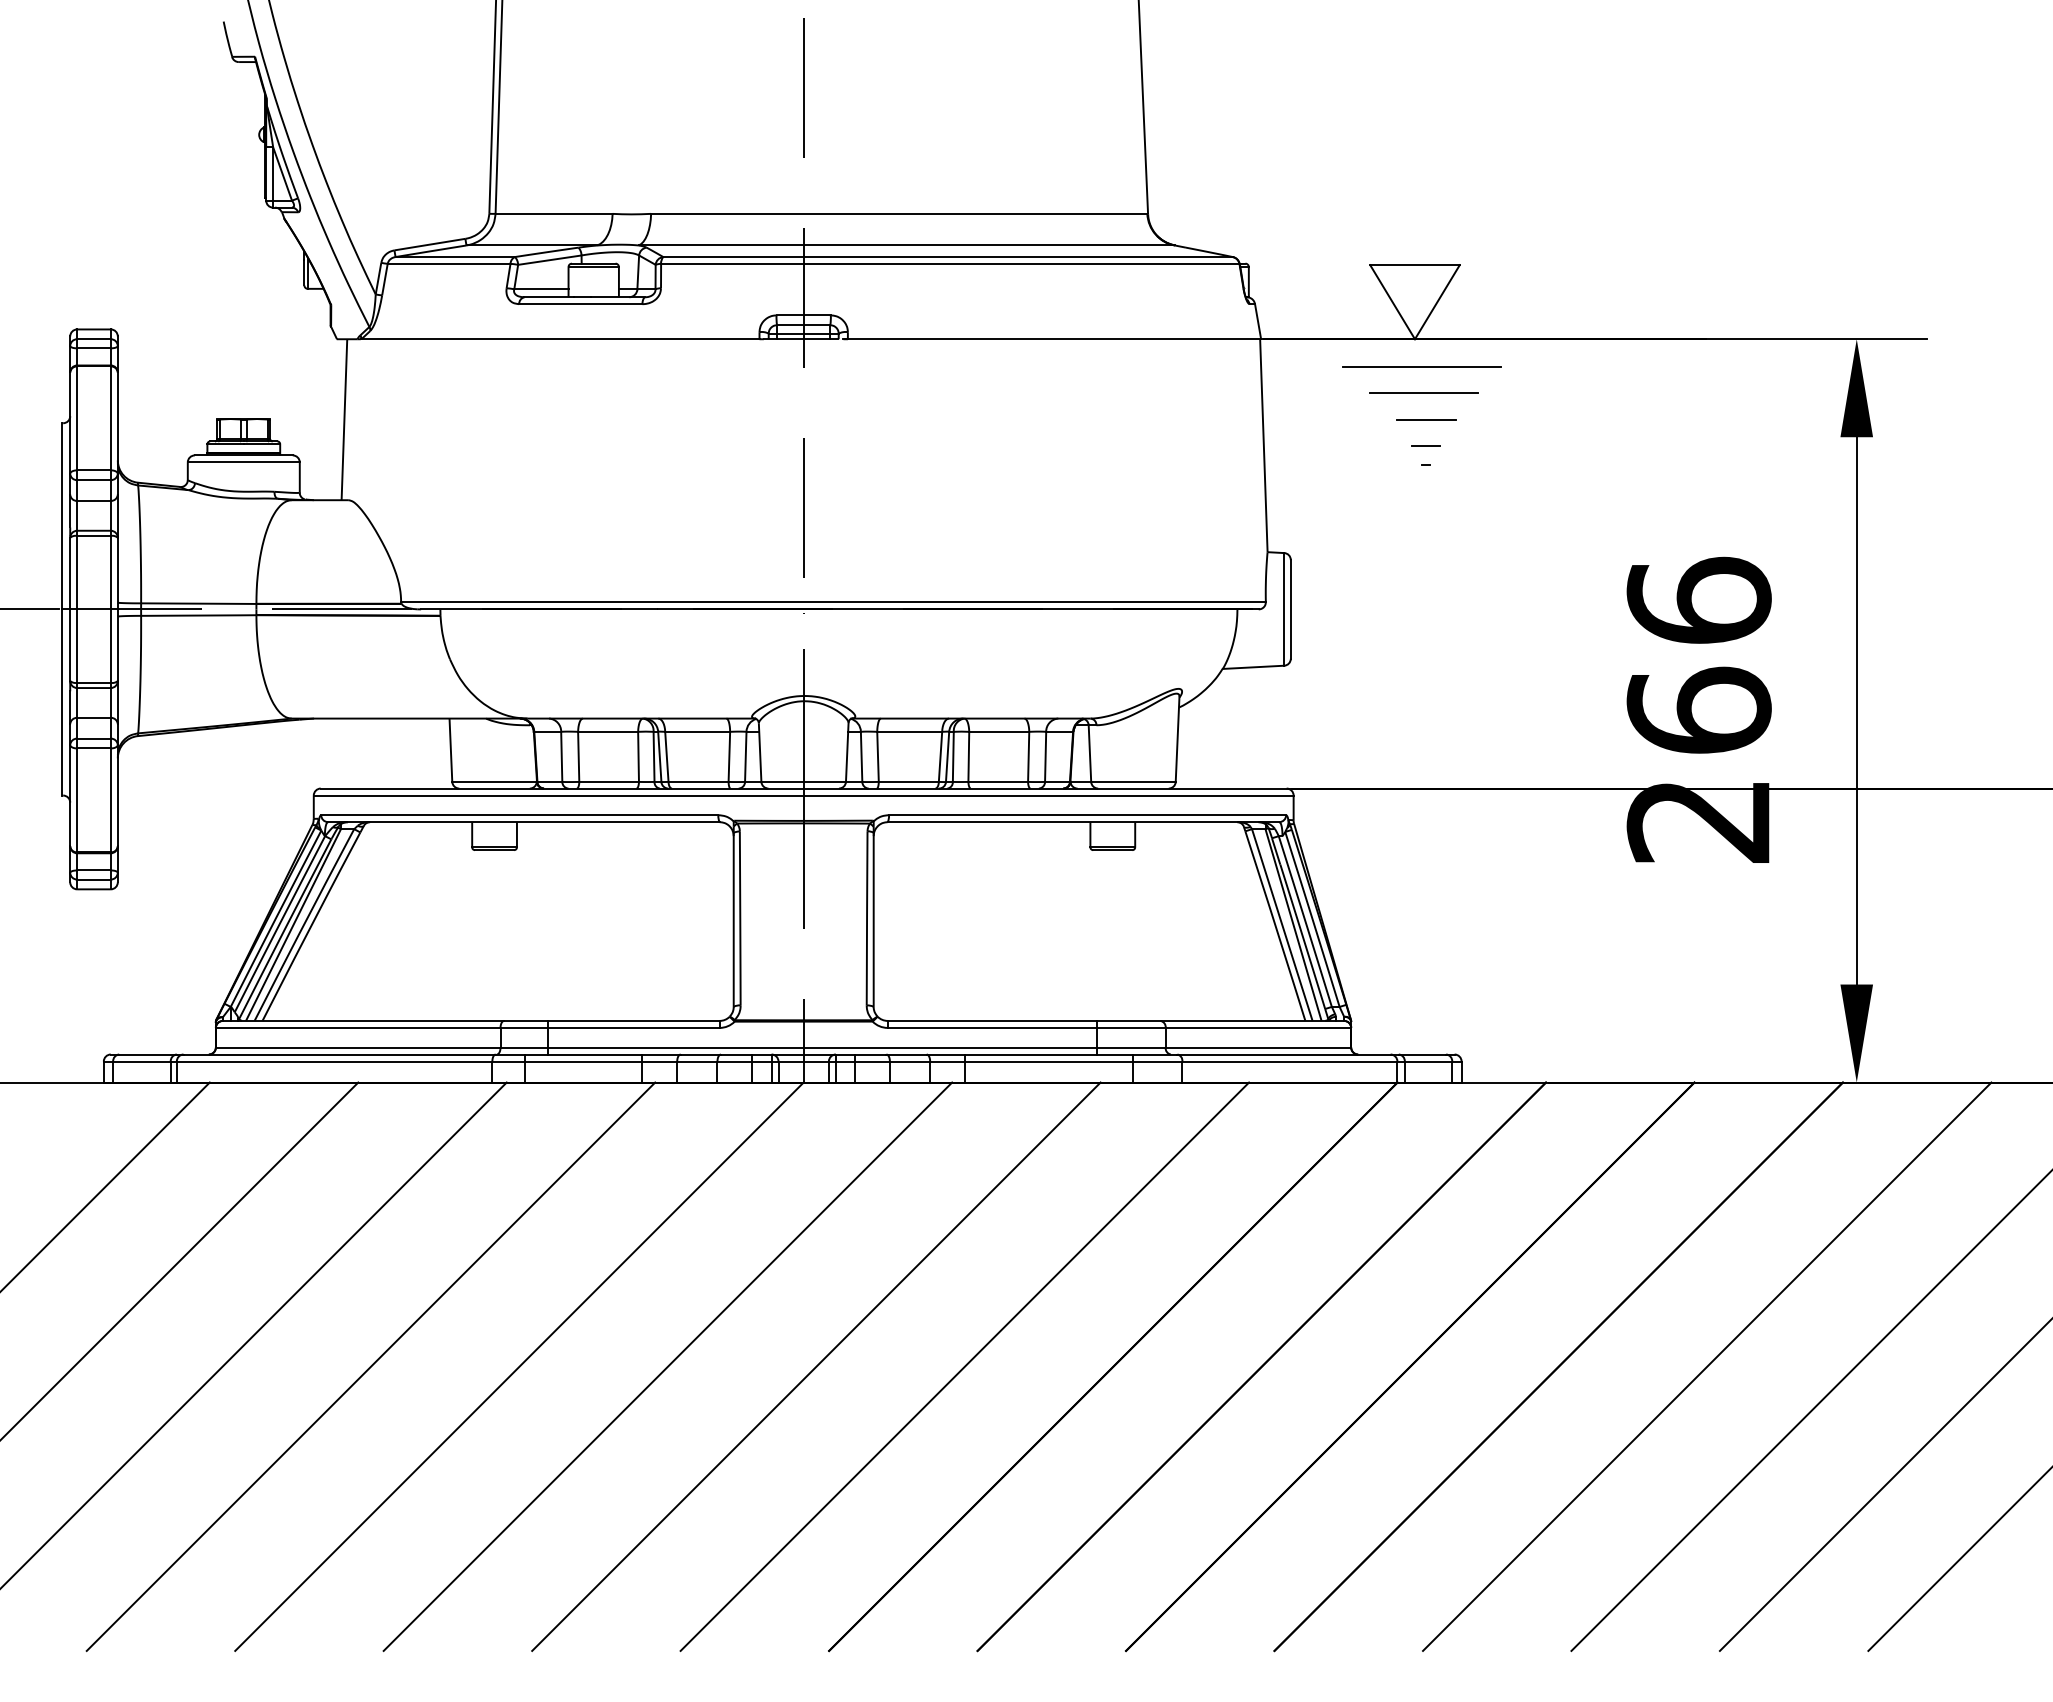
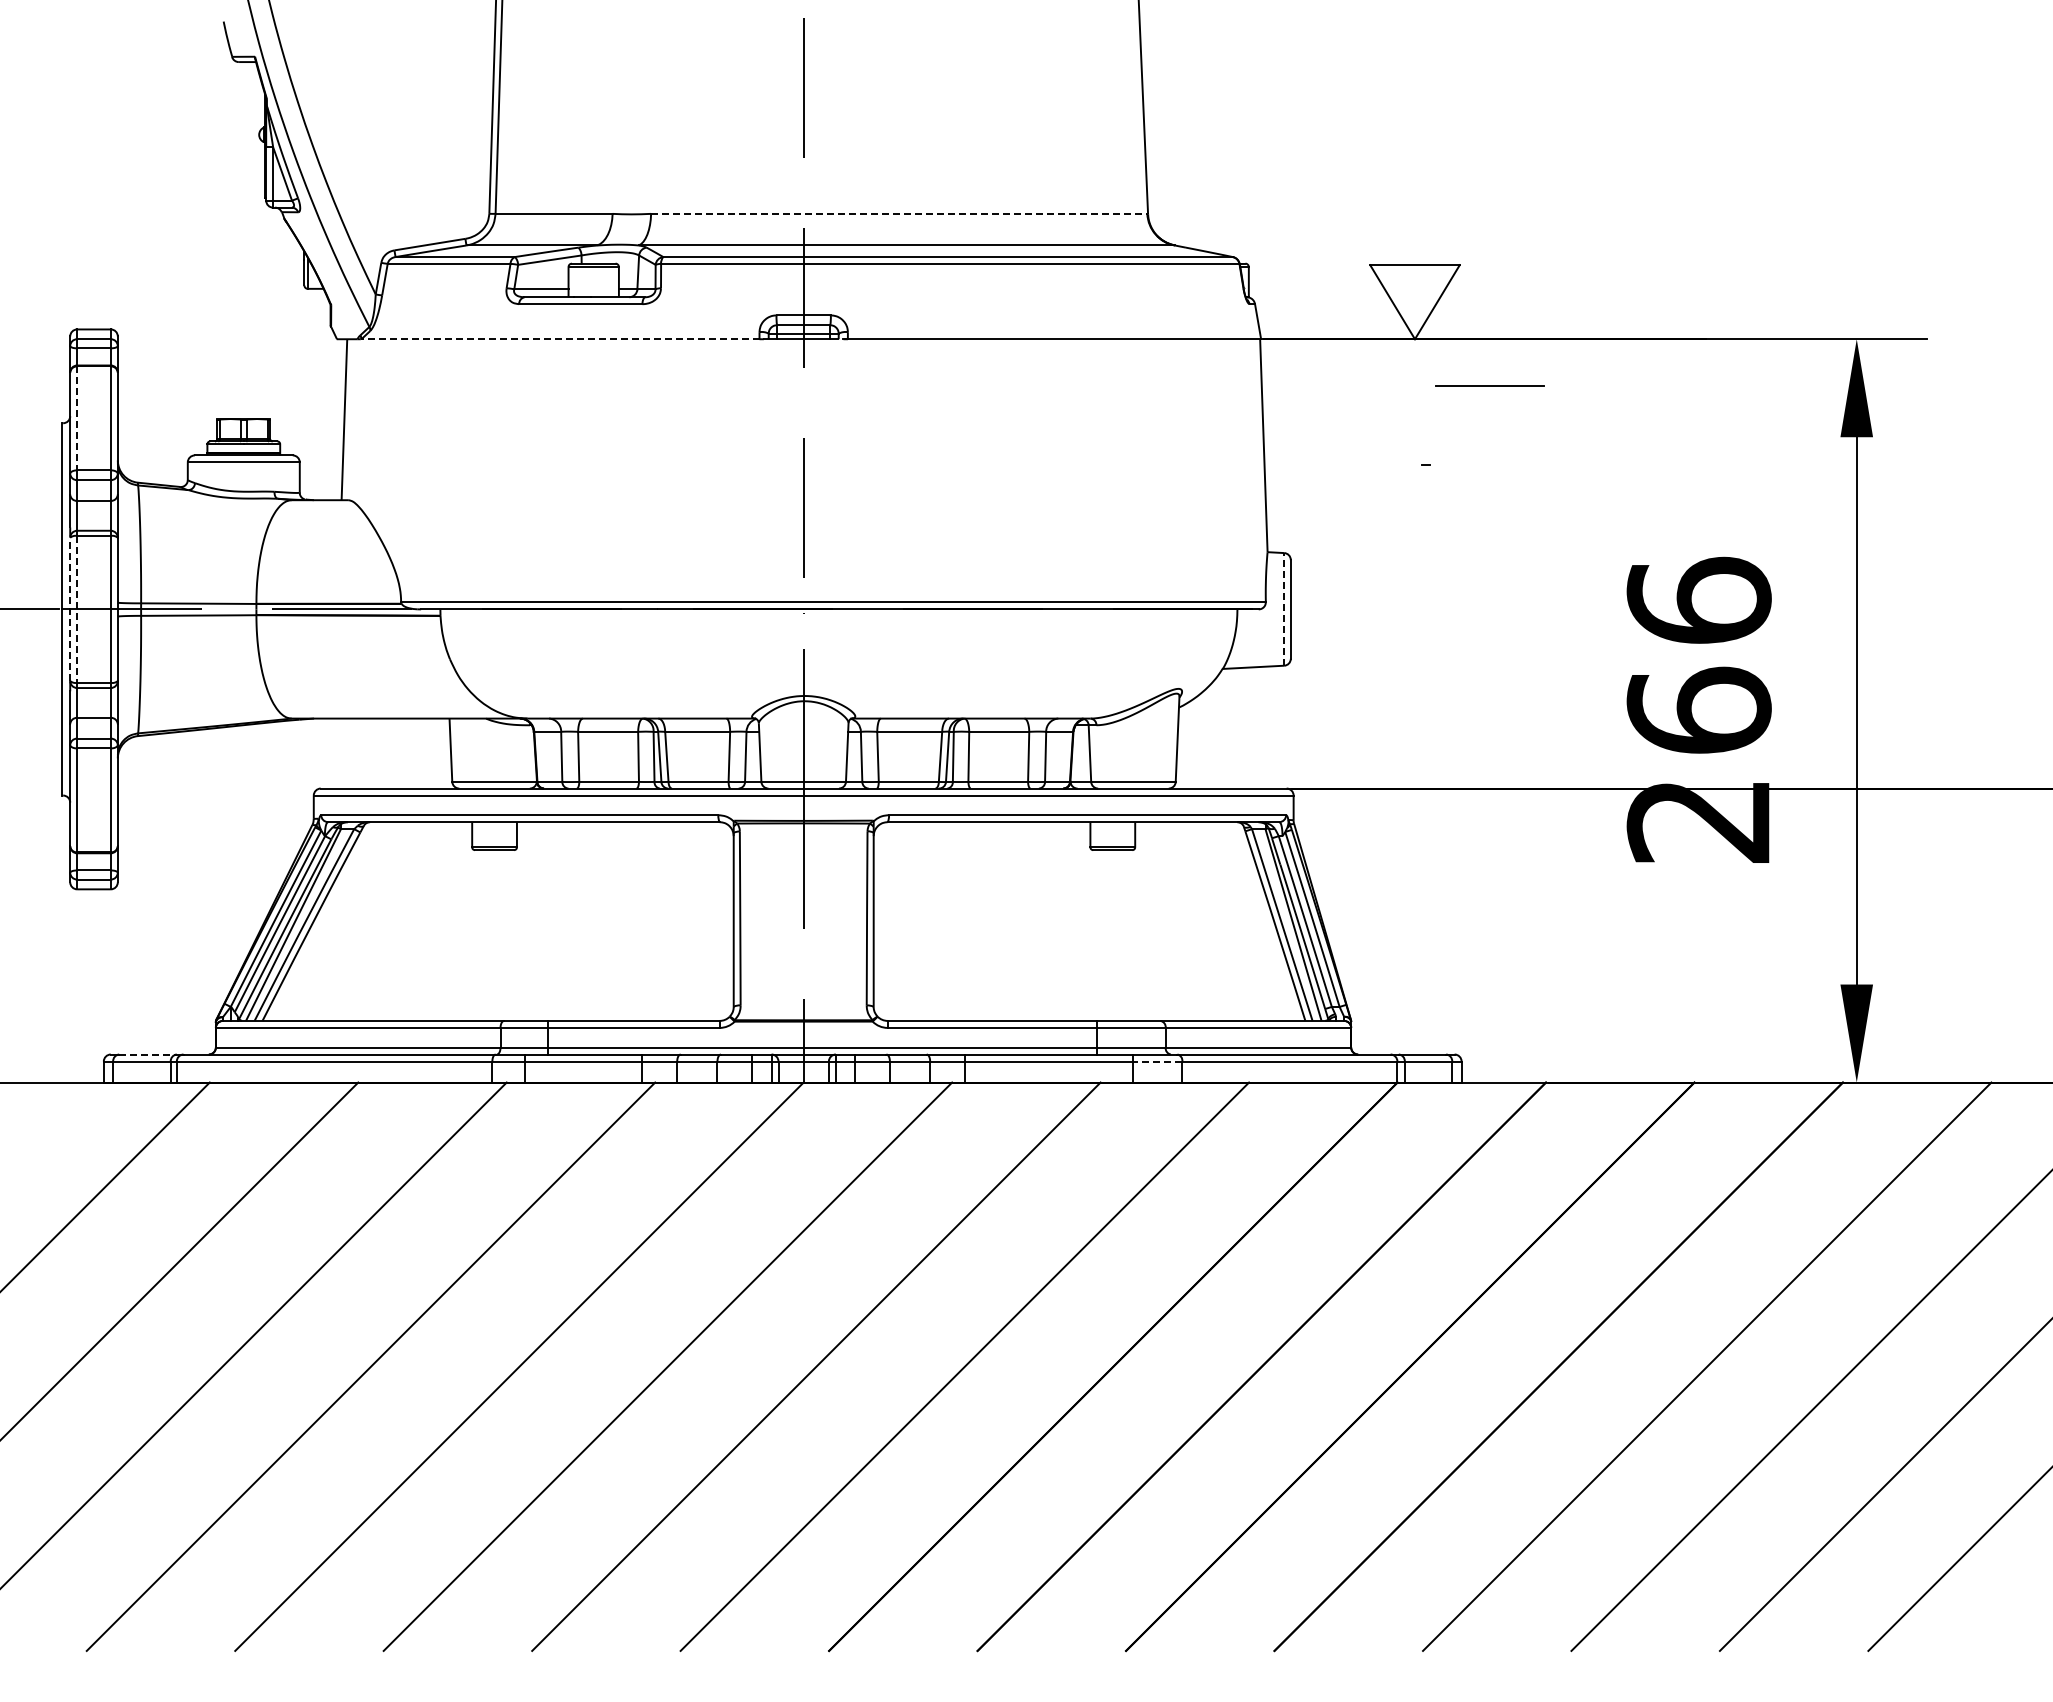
line at (899, 213): solid -> dashed
line at (559, 339): solid -> dashed
line at (1421, 366): present -> none
line at (1423, 392) position: (1423, 392) -> (1489, 385)
line at (77, 418): solid -> dashed
line at (1425, 419): present -> none
line at (1425, 445): present -> none
line at (1284, 608): solid -> dashed
line at (70, 609): solid -> dashed
line at (77, 609): solid -> dashed
line at (148, 1054): solid -> dashed
line at (1157, 1061): solid -> dashed
